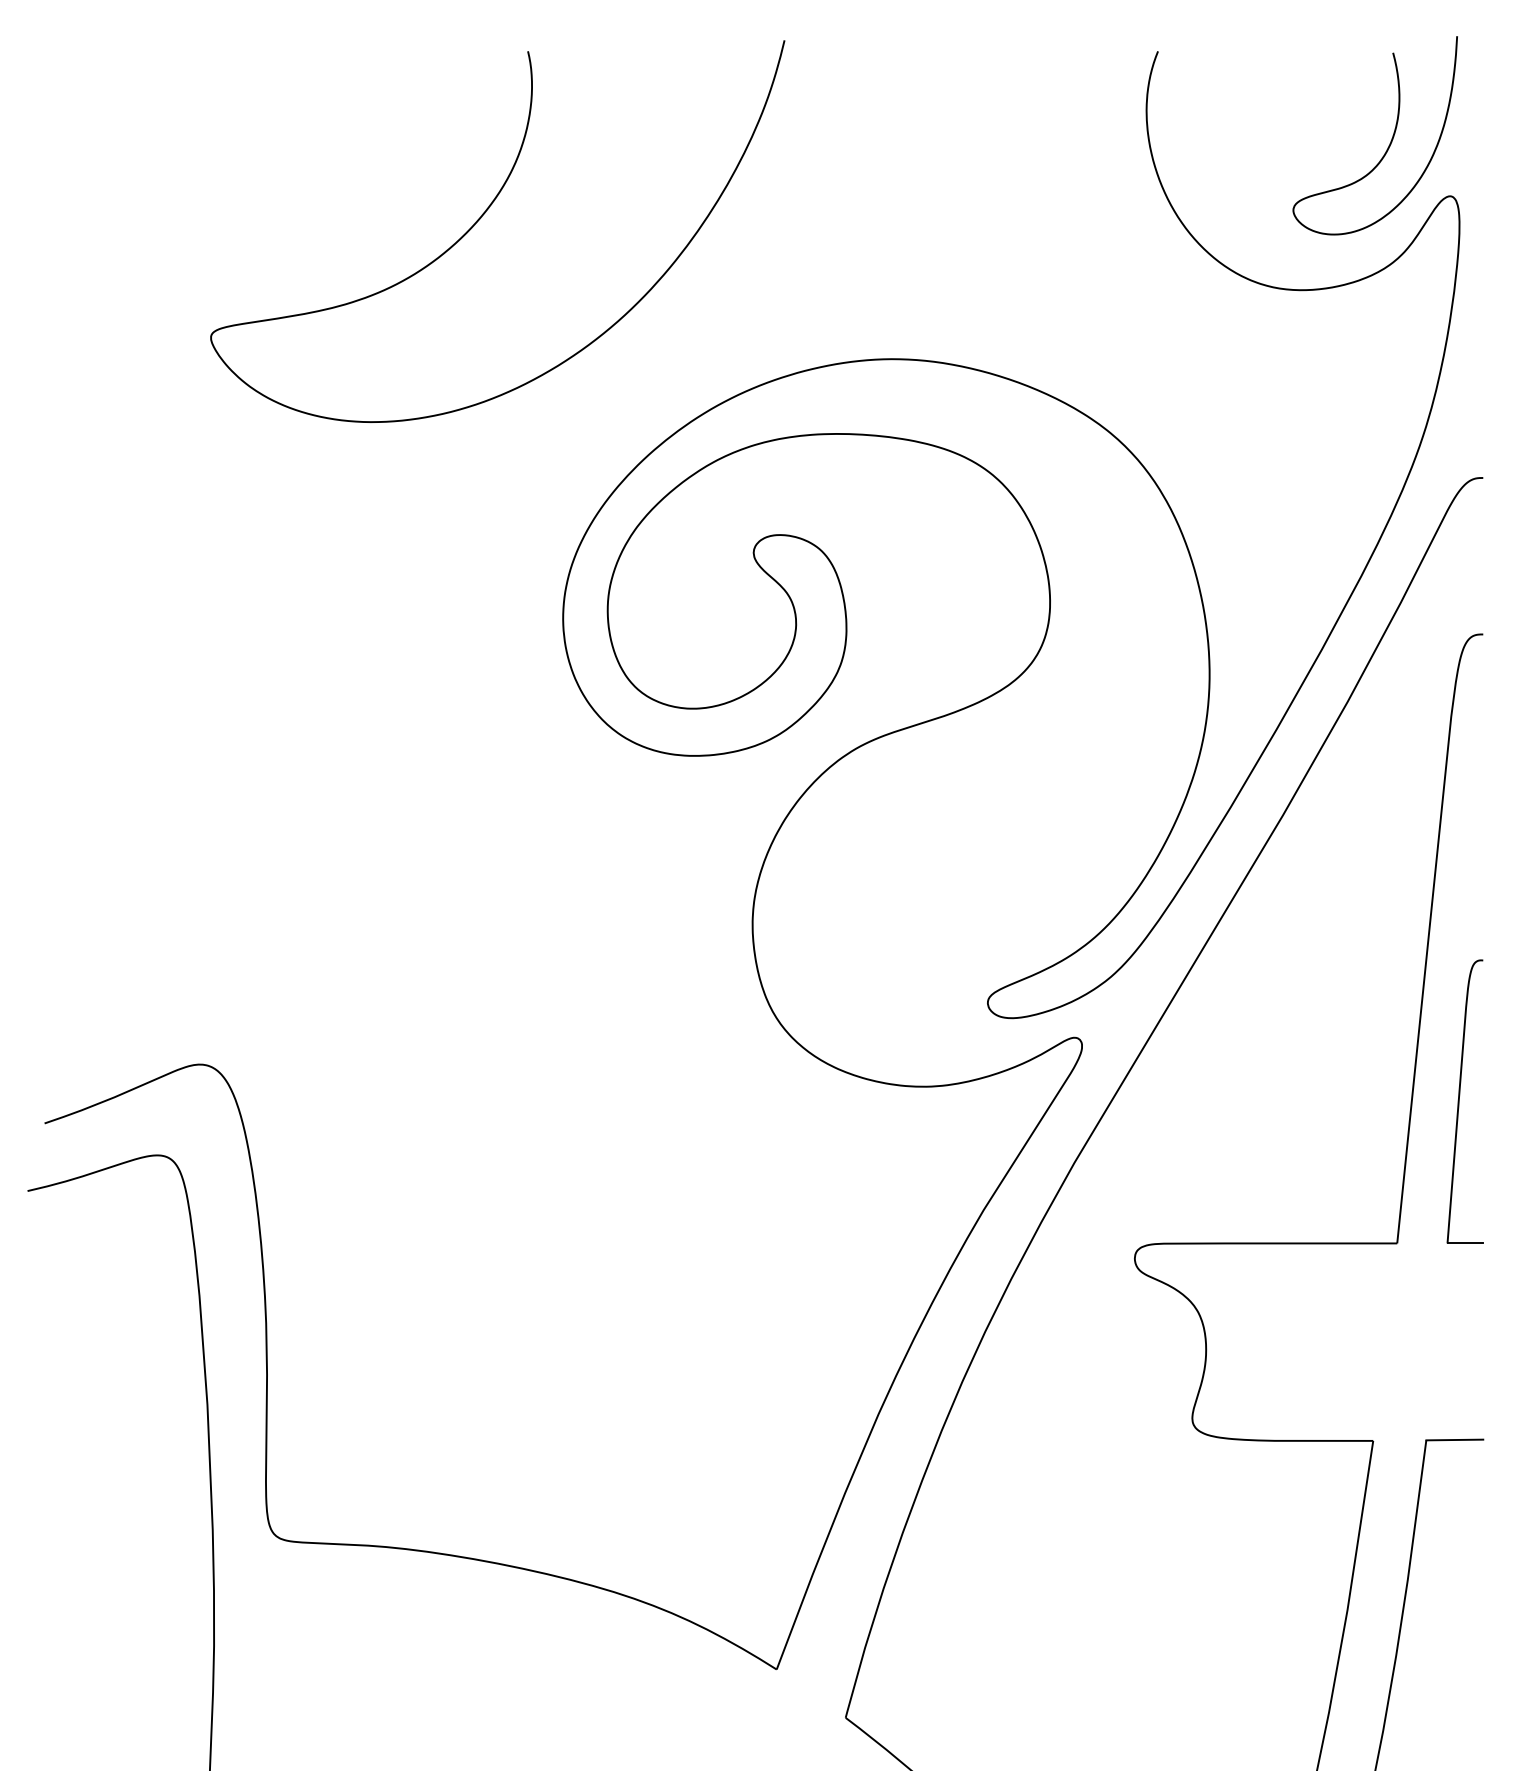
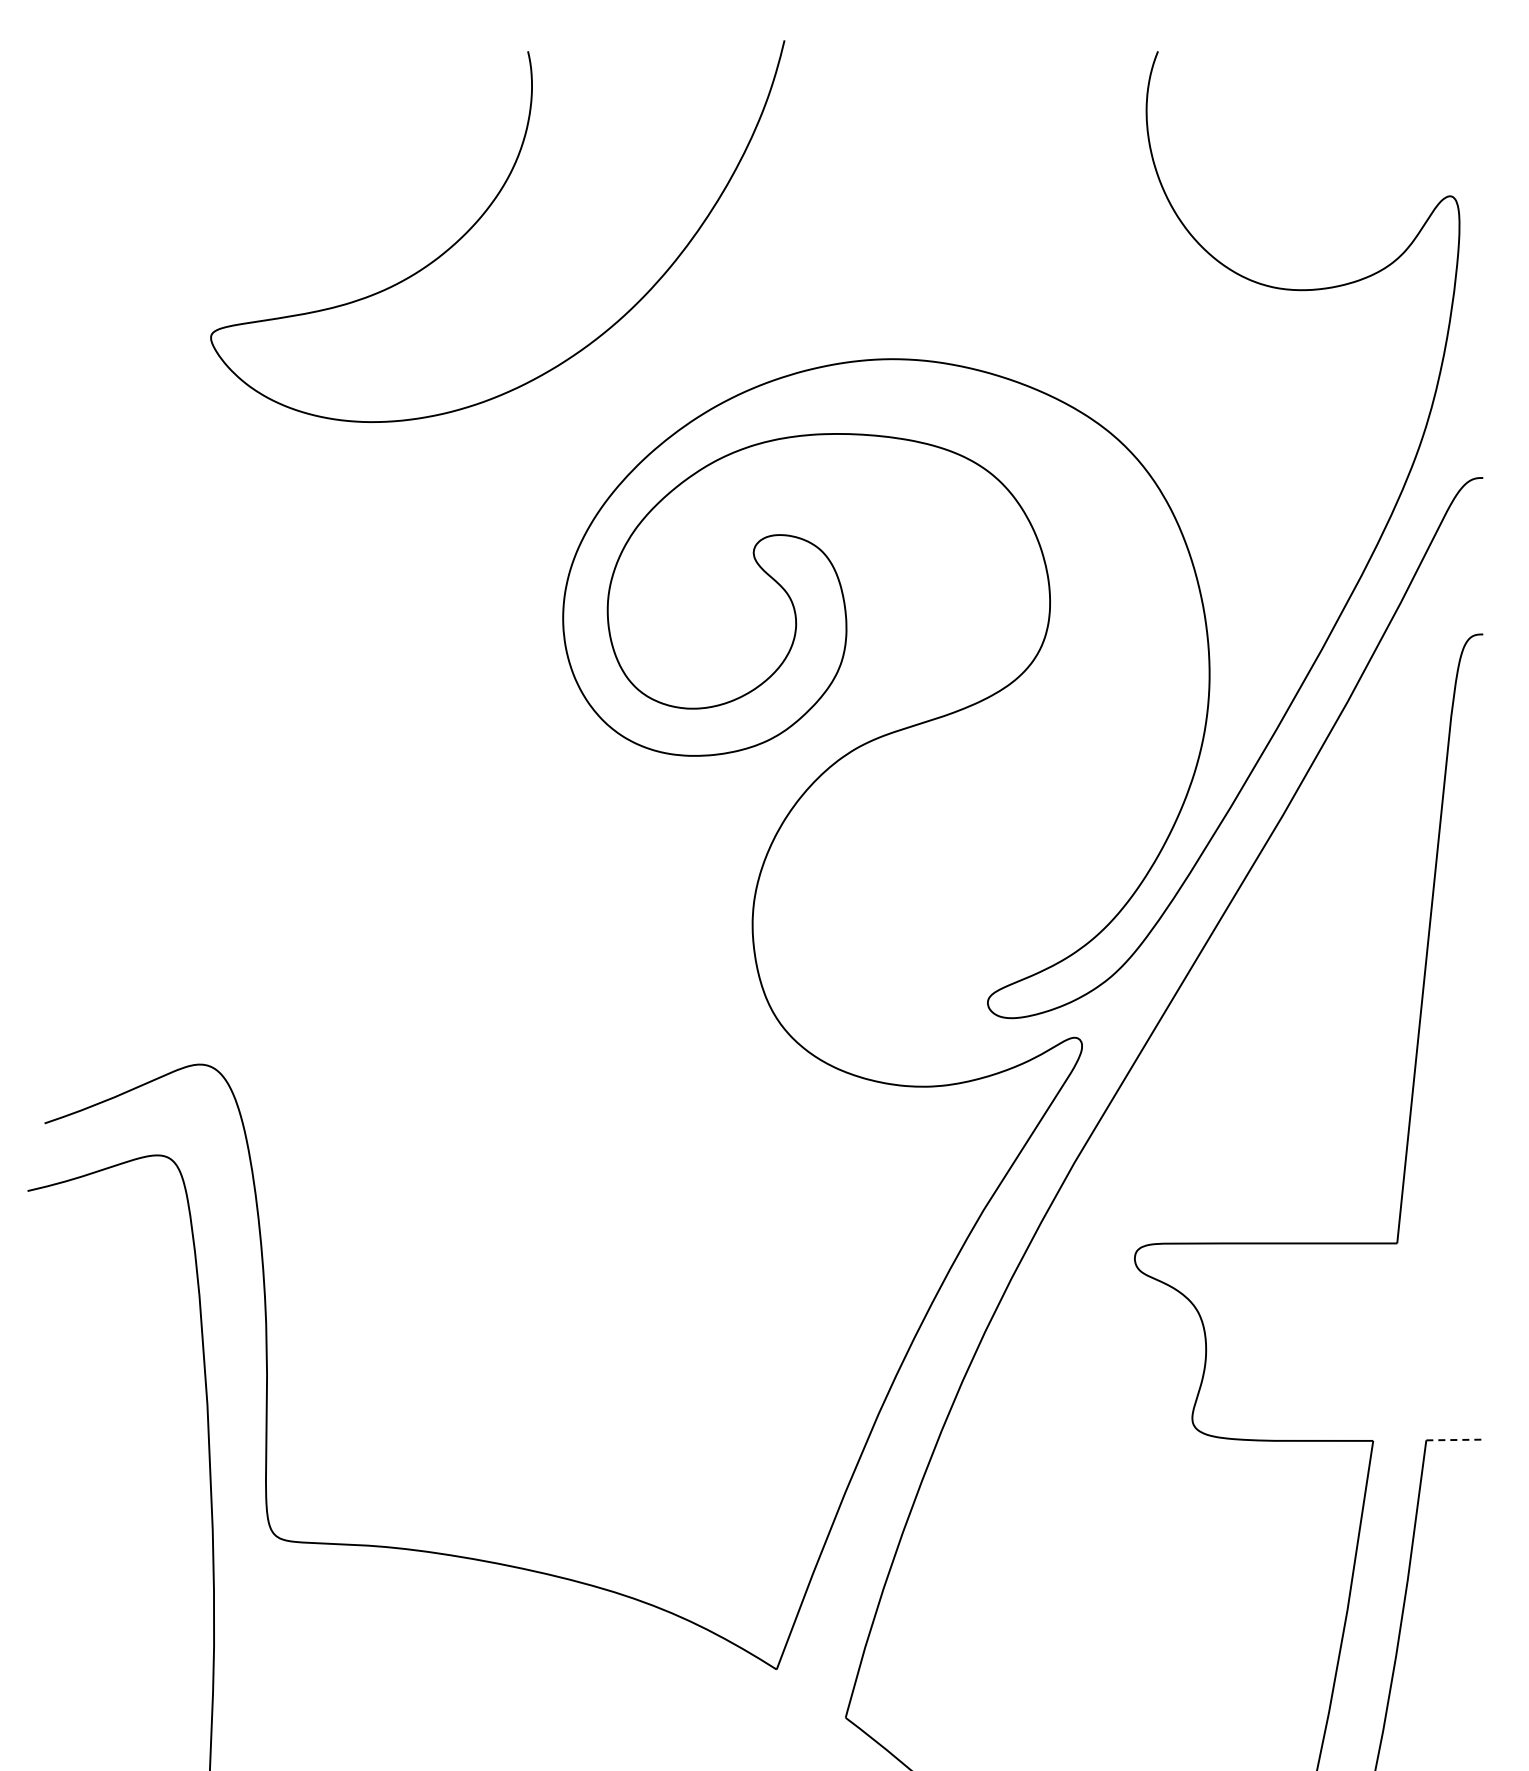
curve at (1389, 143): present -> none
part at (1464, 1101): present -> none
line at (1455, 1440): solid -> dashed
